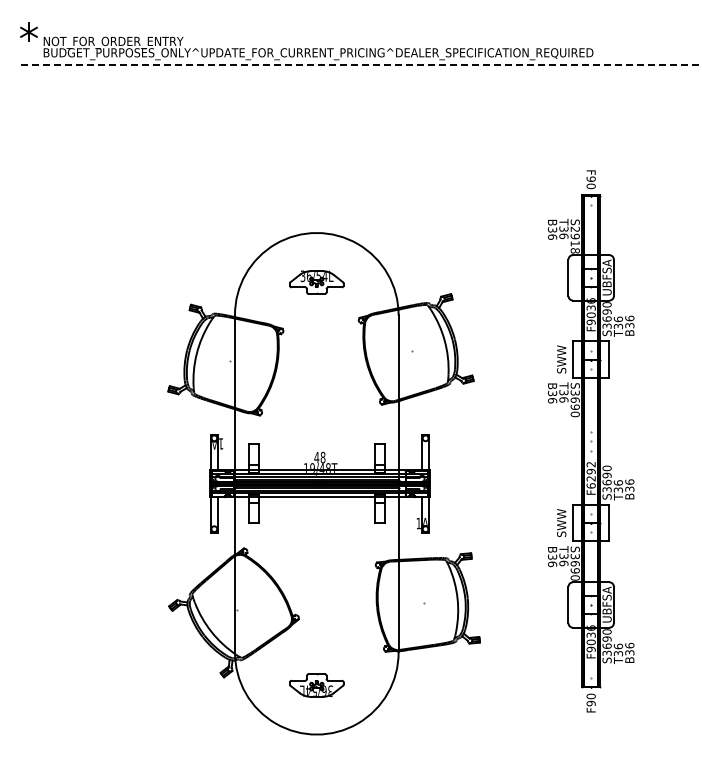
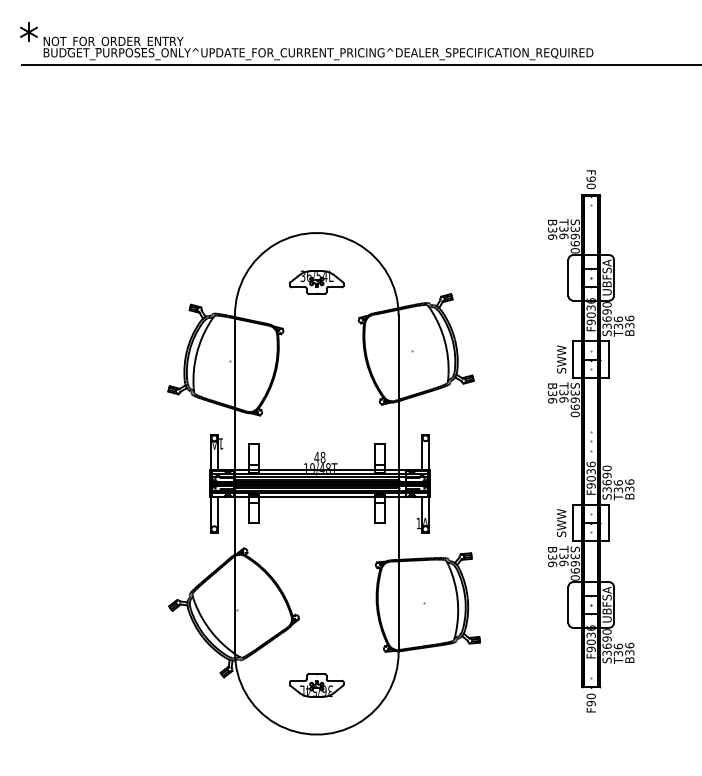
line at (362, 65): dashed -> solid
text at (574, 239): S2918 -> S3690
text at (590, 474): F6292 -> F9036
